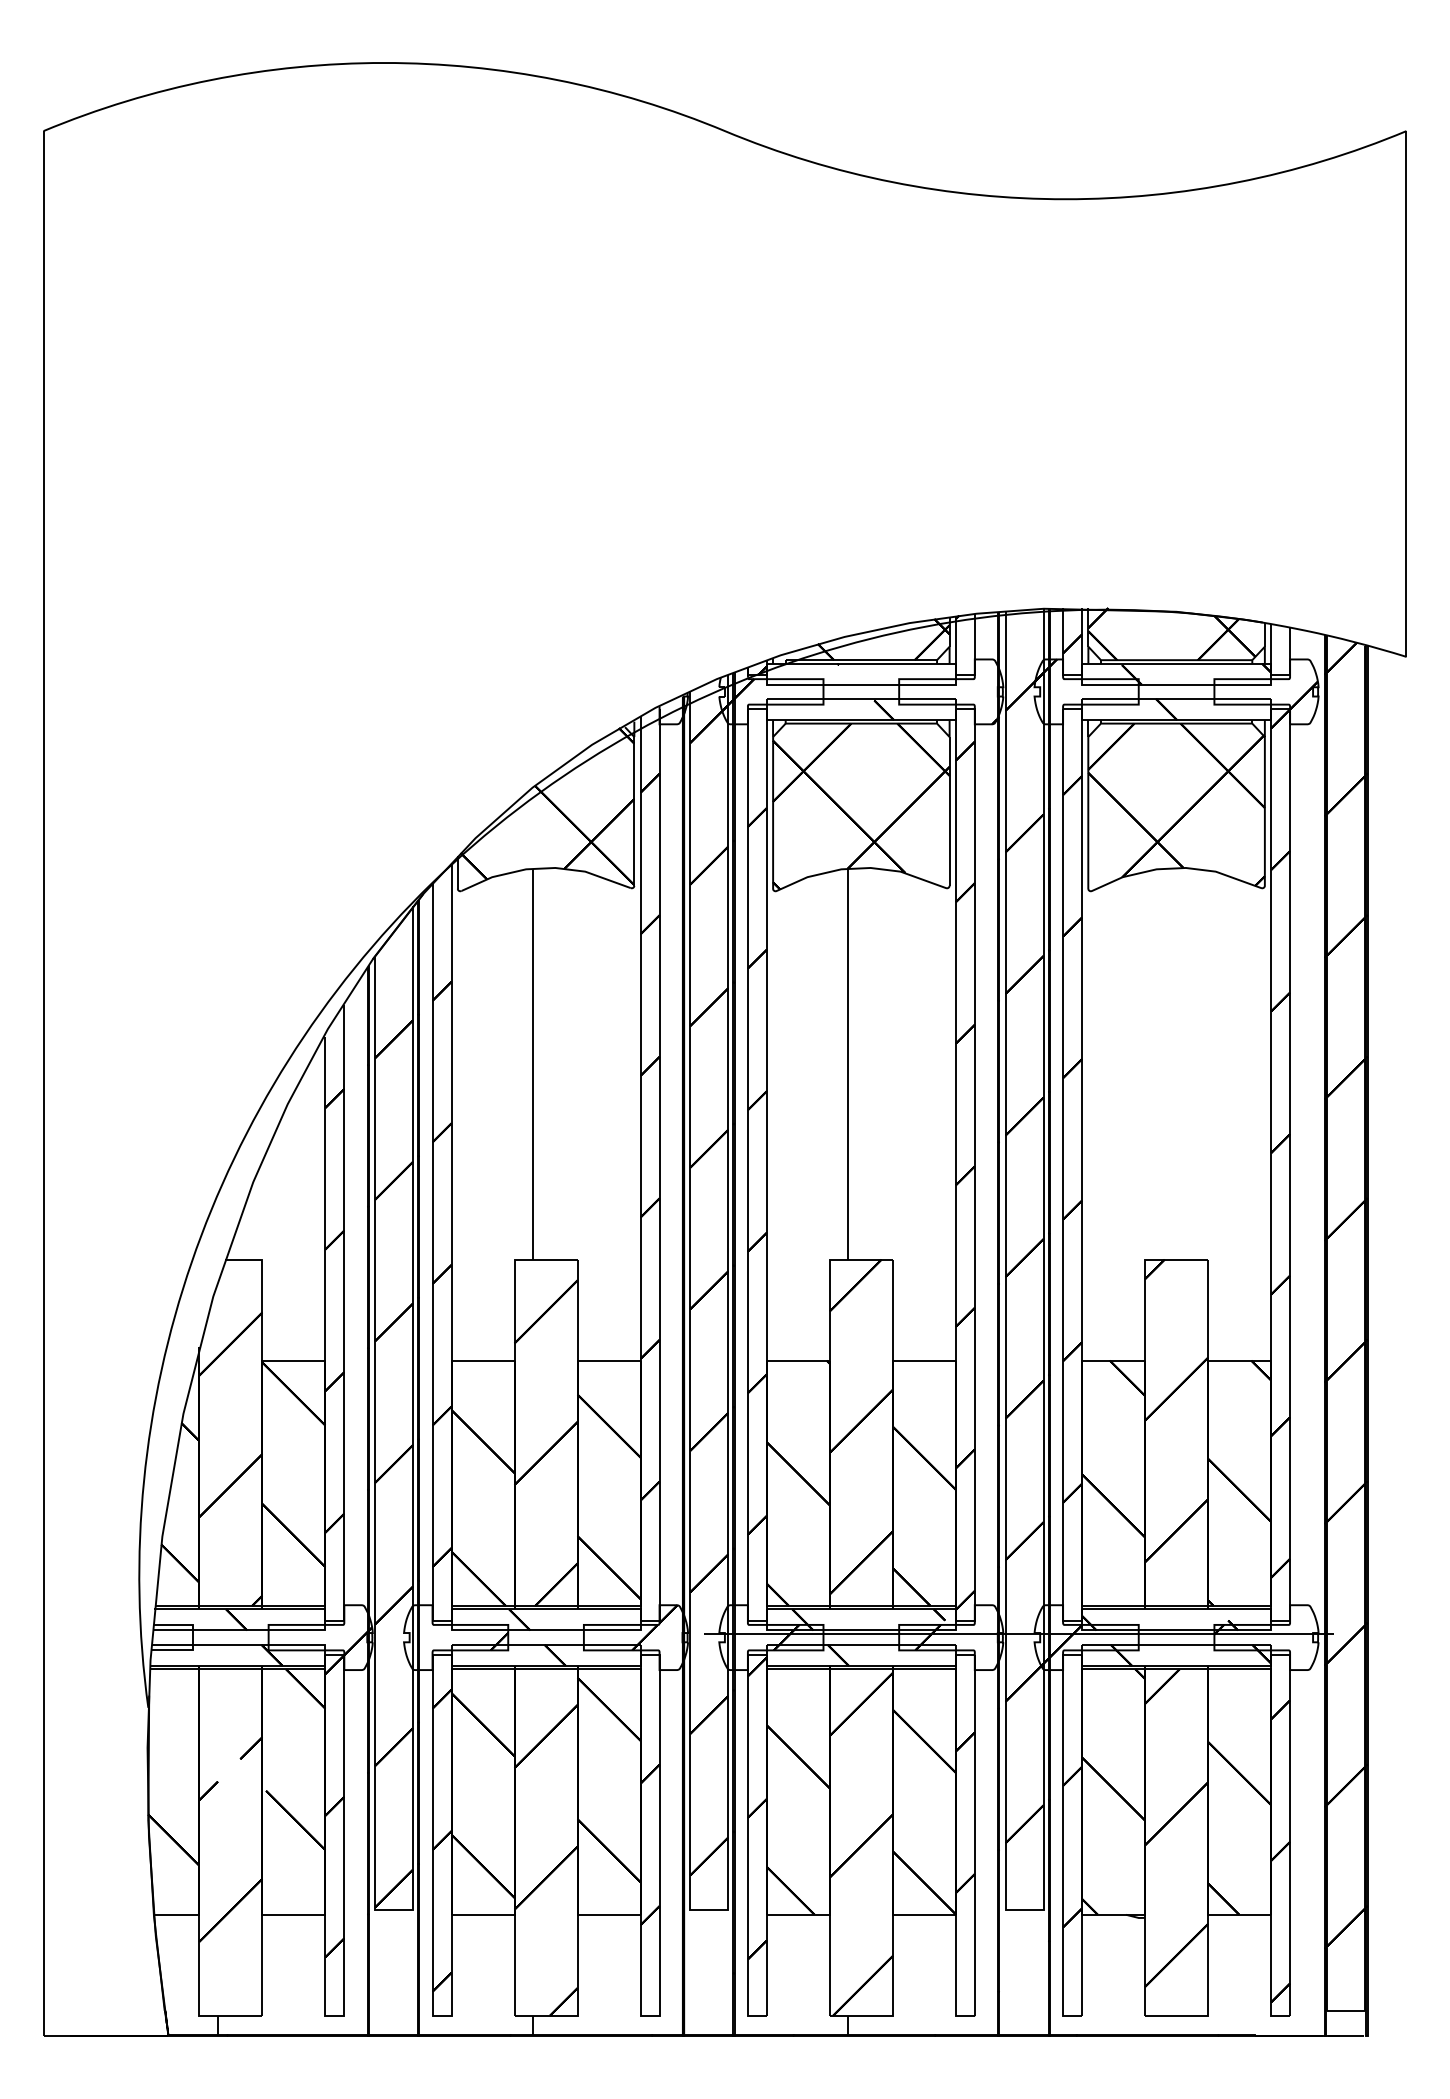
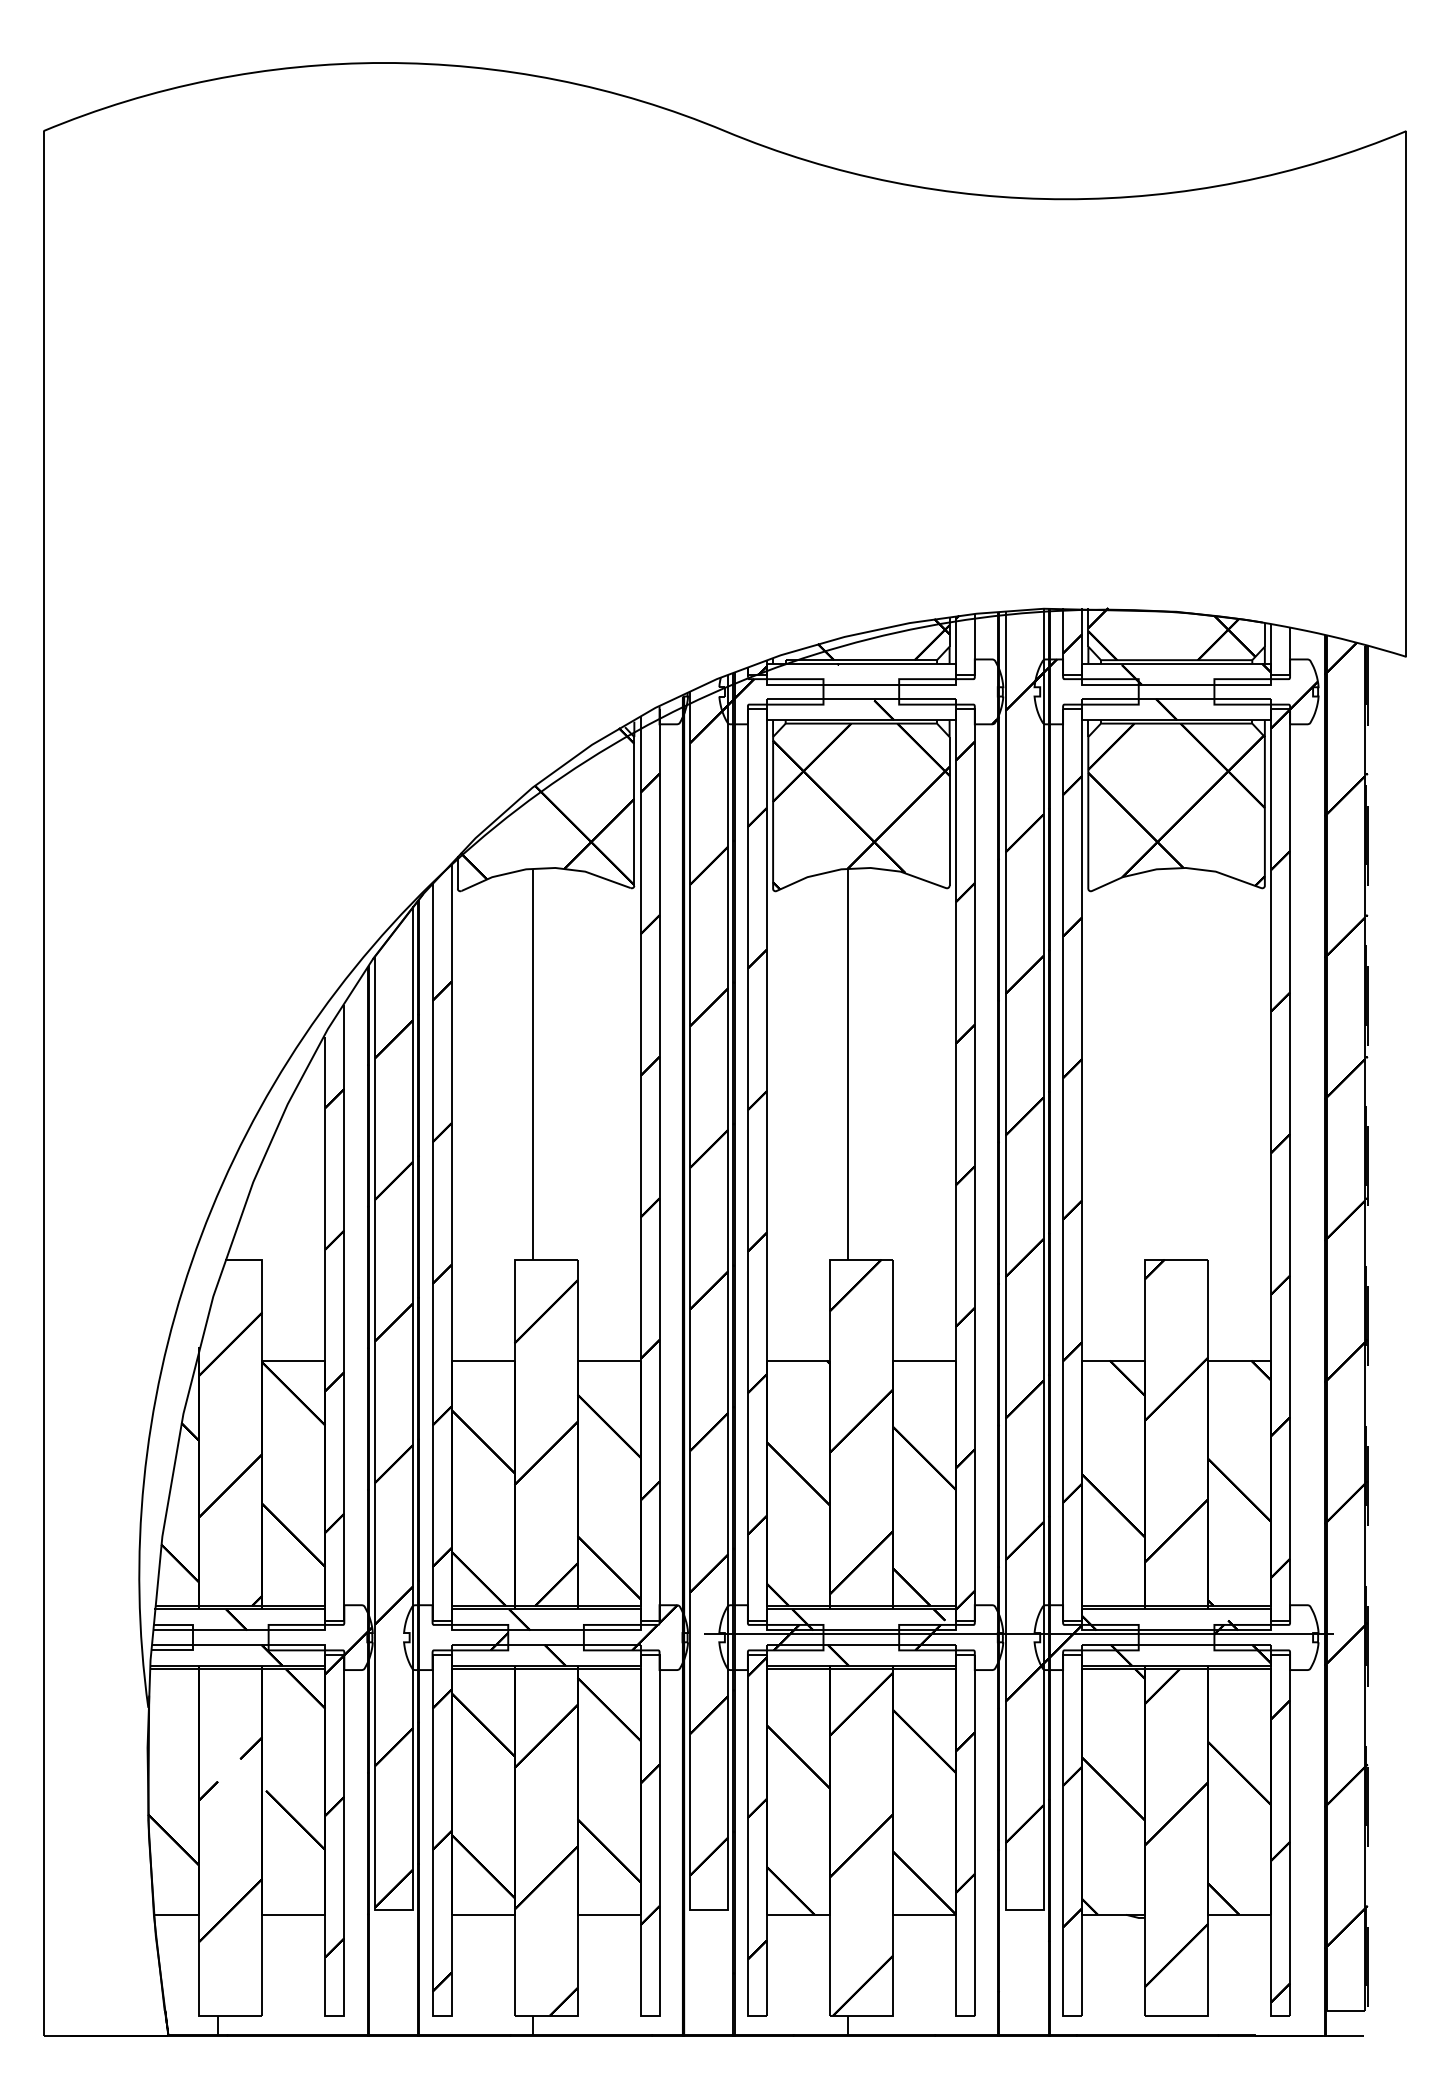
line at (1366, 2036): solid -> dashed
